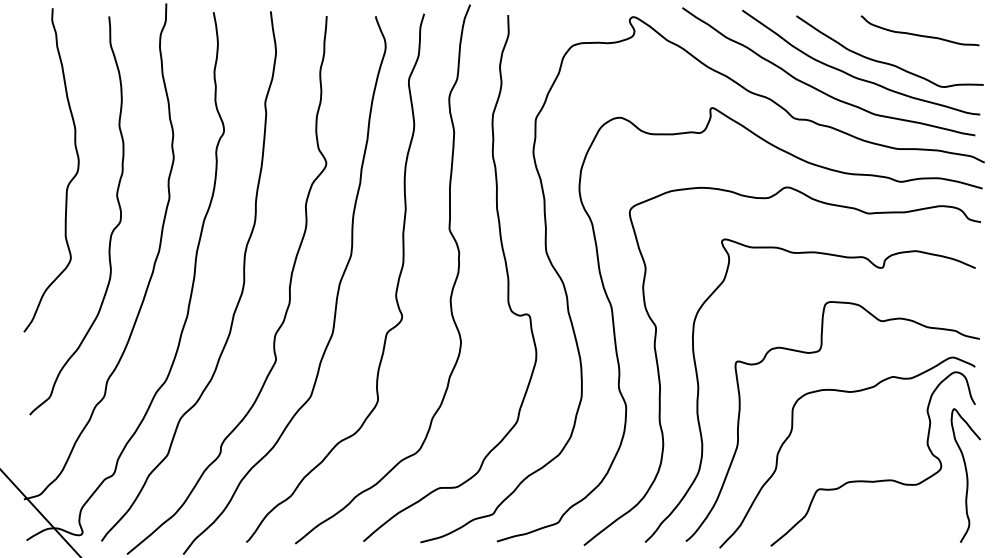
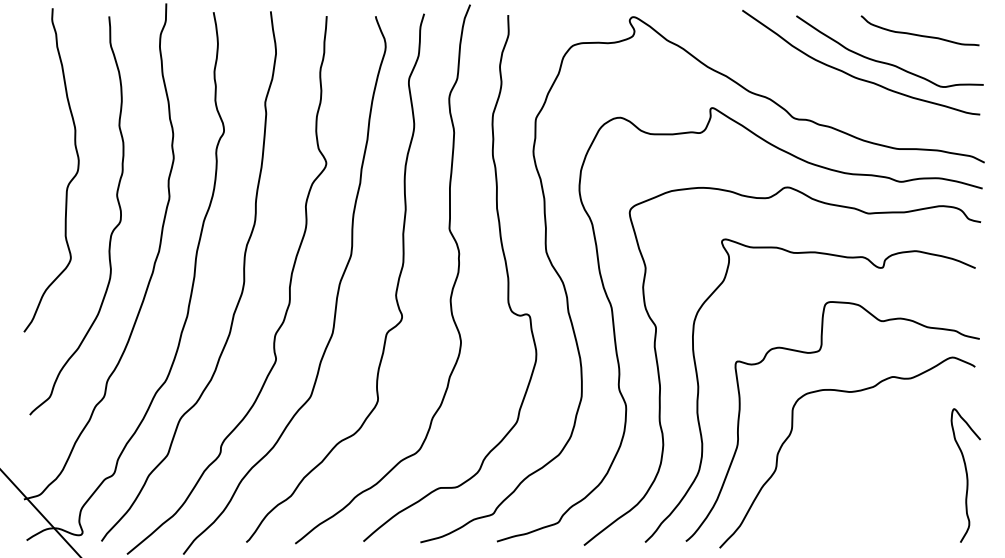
curve at (819, 89): present -> none
curve at (872, 480): present -> none
